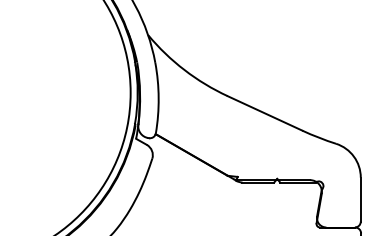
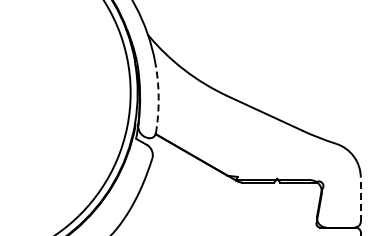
arc at (158, 98): solid -> dashed
line at (360, 199): solid -> dashed
